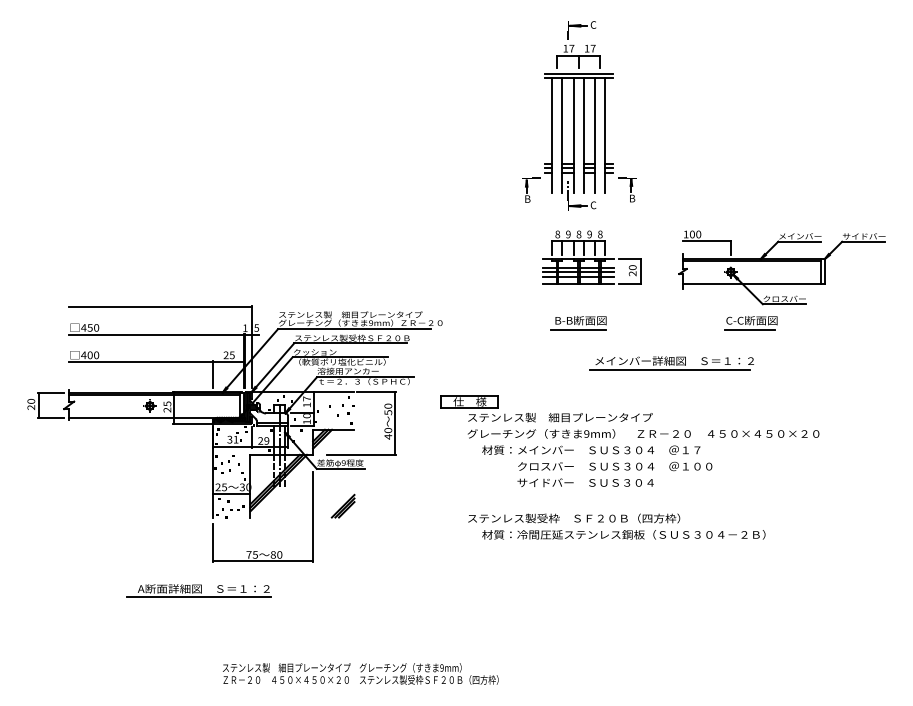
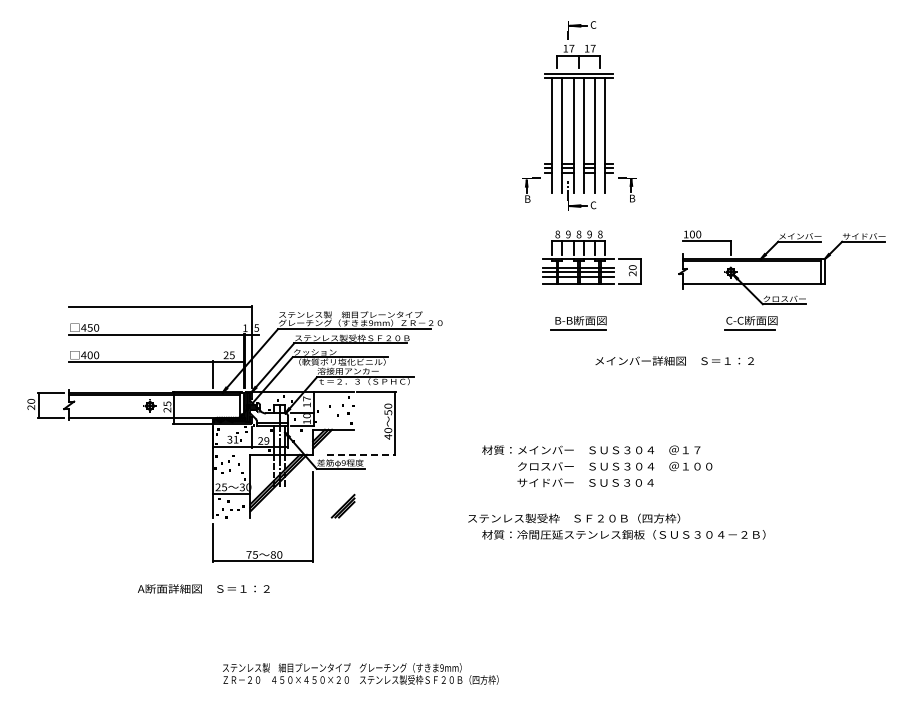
line at (669, 370): present -> none
part at (629, 416): present -> none
line at (361, 454): solid -> dashed
line at (199, 597): present -> none
